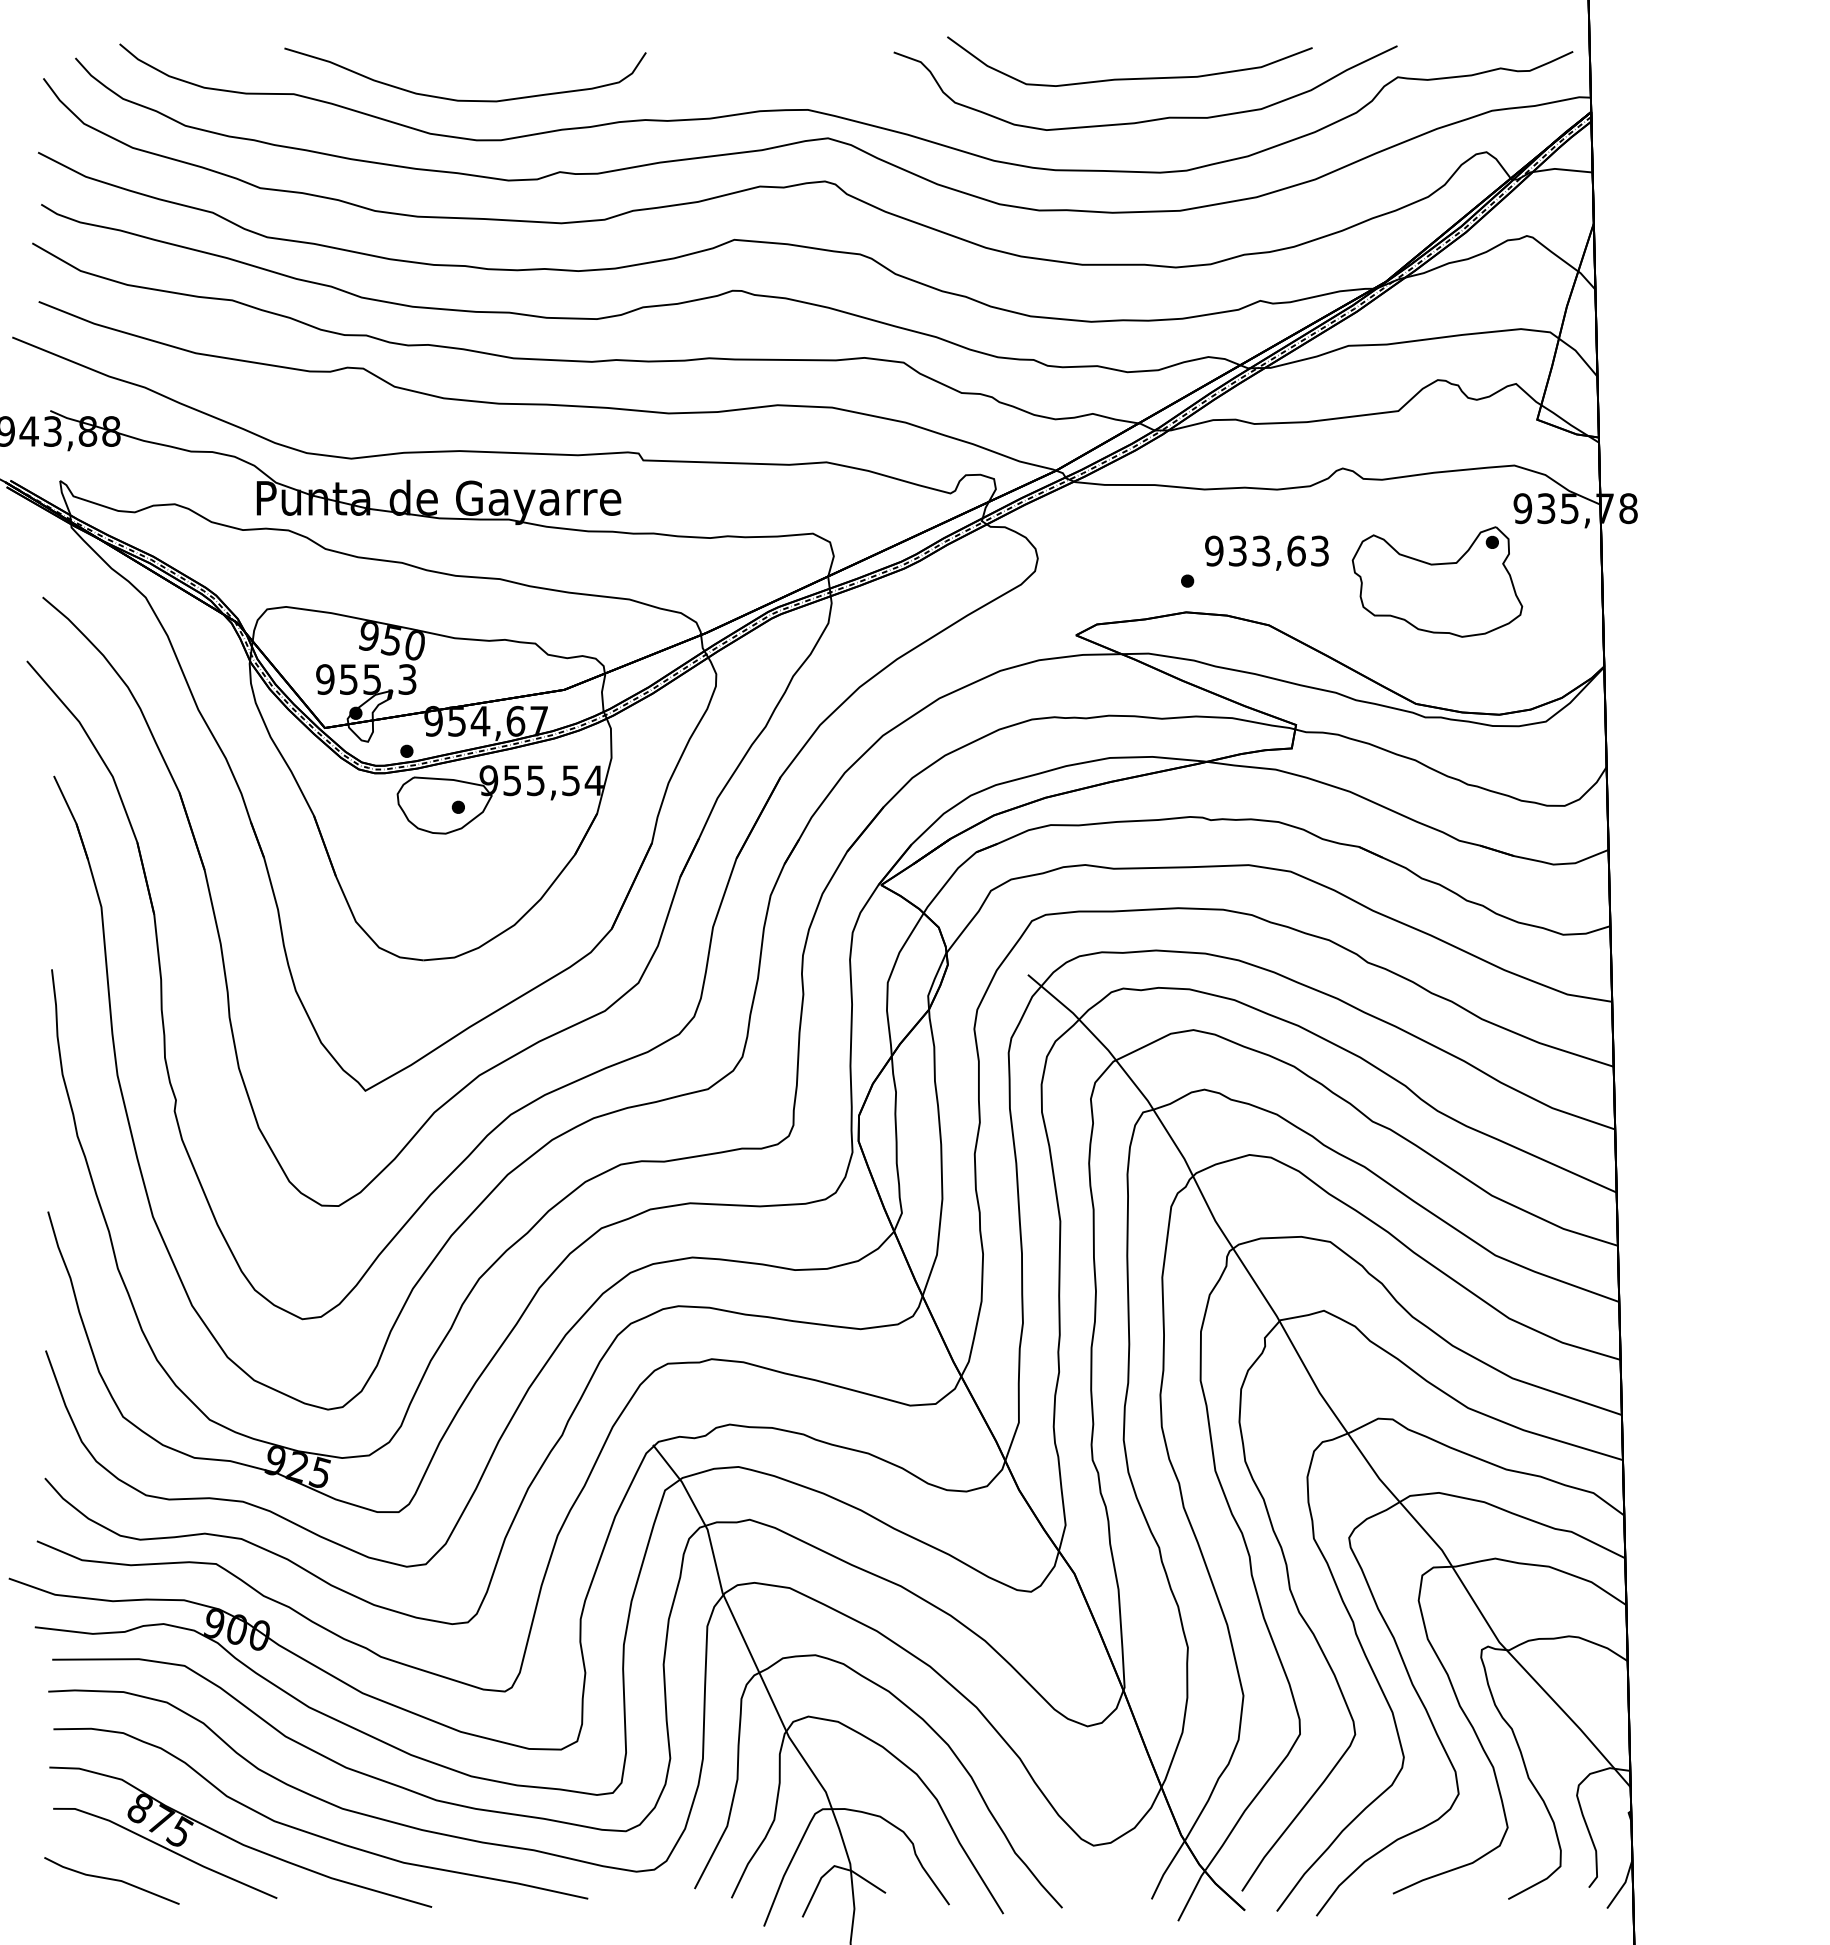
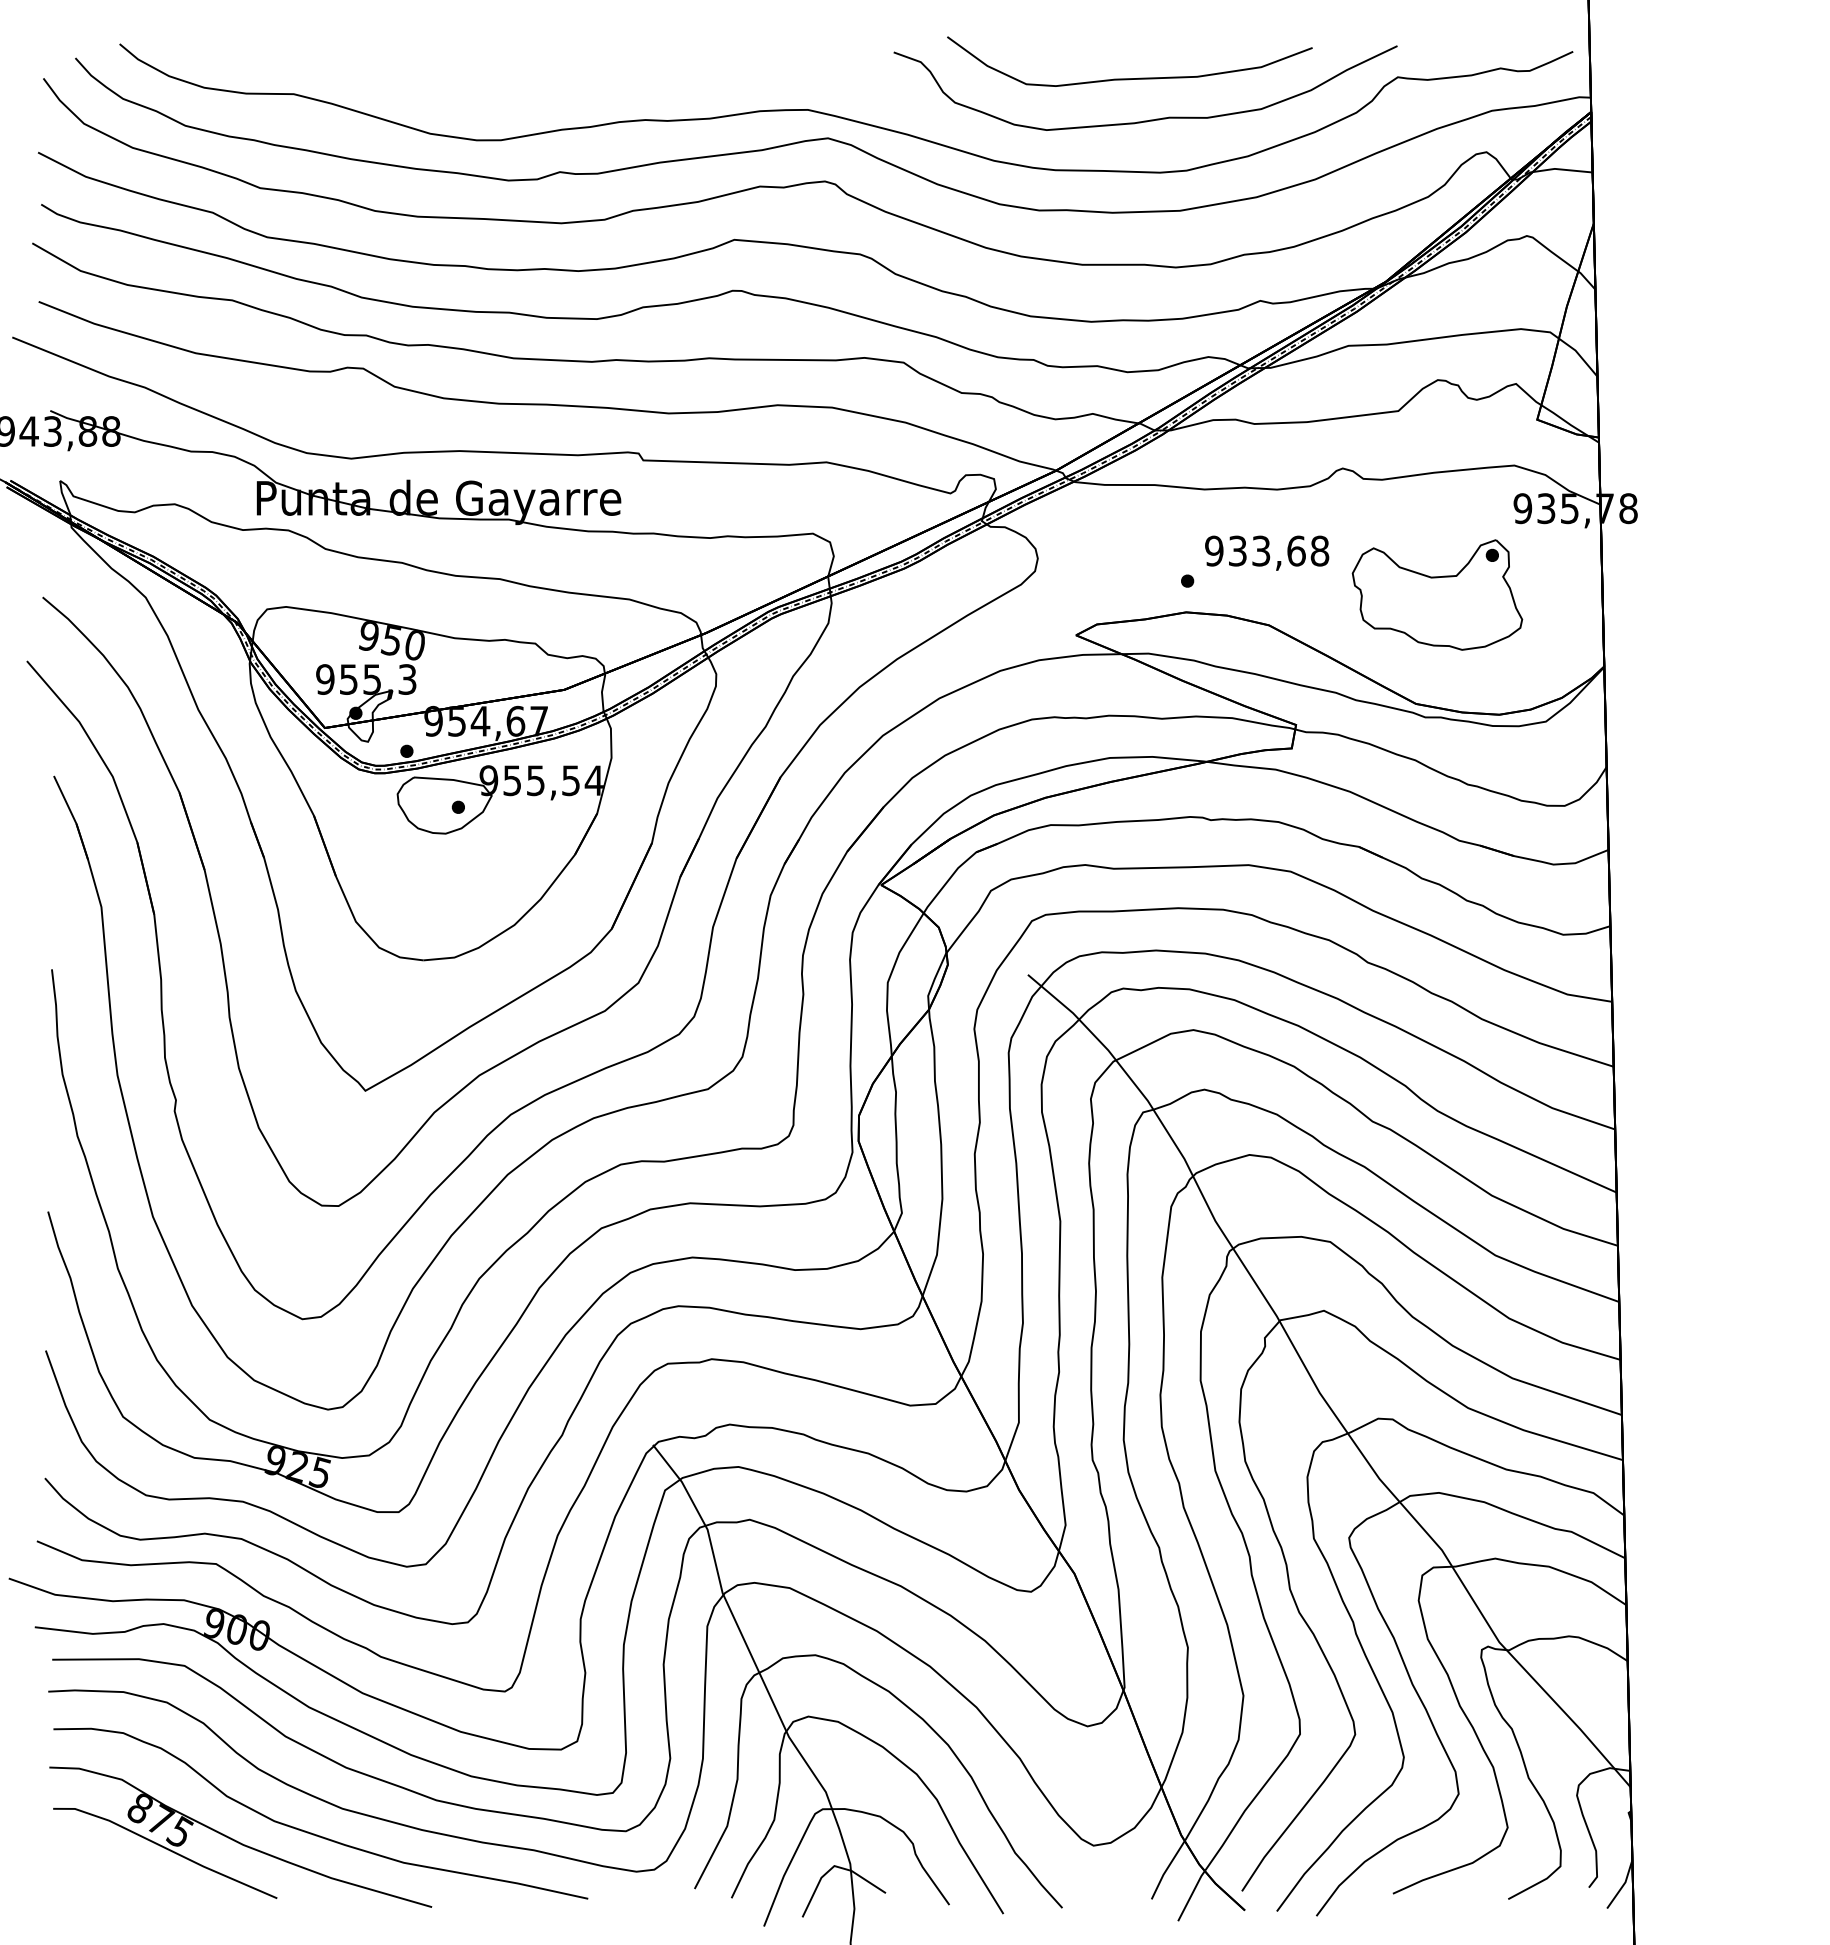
curve at (462, 99): present -> none
text at (1319, 550): 933,63 -> 933,68
part at (1437, 581) position: (1437, 581) -> (1437, 594)
line at (111, 1880): present -> none
